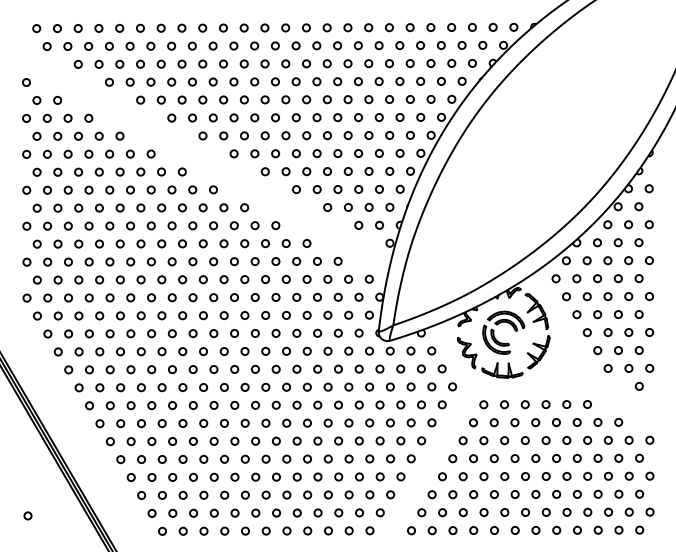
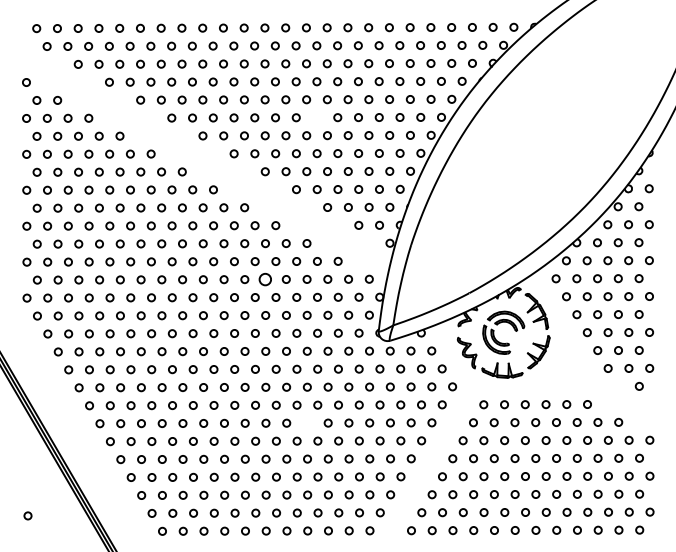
circle at (316, 117): present -> none
circle at (265, 279) size: 10x9 px -> 14x14 px
circle at (307, 422): present -> none
